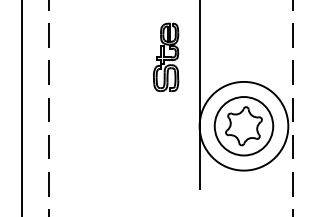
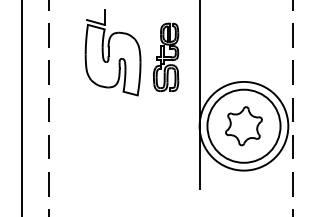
part at (112, 52): none -> present
circle at (243, 126) diameter: 58 px -> 73 px
